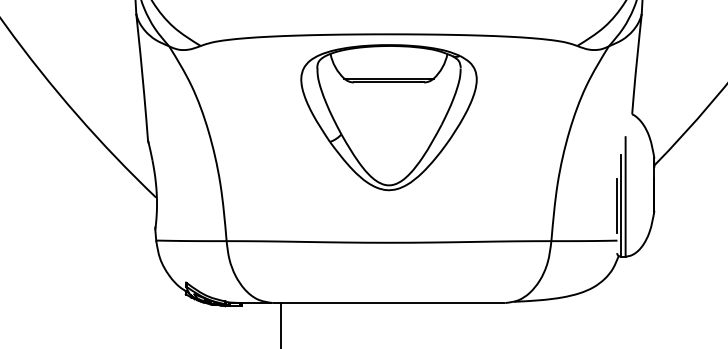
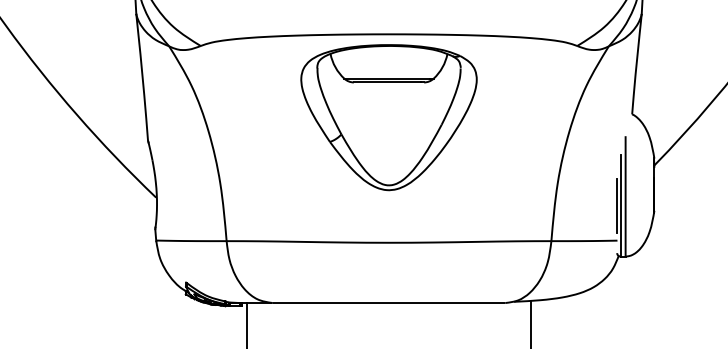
line at (531, 322): none -> present
line at (280, 324) position: (280, 324) -> (246, 324)
